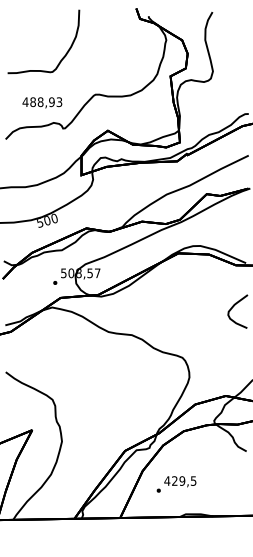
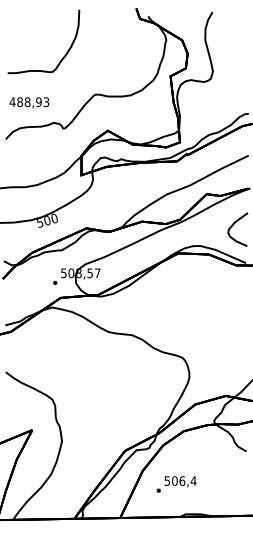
text at (42, 102) position: (42, 102) -> (29, 102)
curve at (233, 307) position: (233, 307) -> (233, 225)
text at (180, 480): 429,5 -> 506,4
